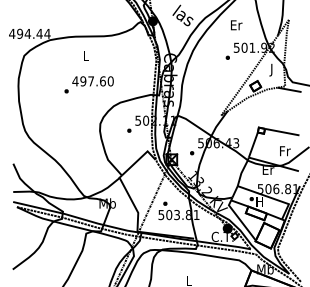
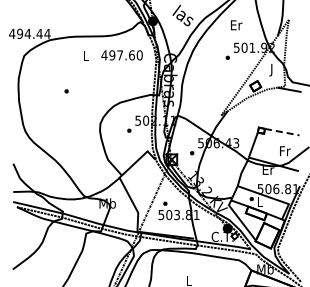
text at (92, 81) position: (92, 81) -> (121, 55)
line at (282, 132): solid -> dashed
text at (259, 201): H -> L
